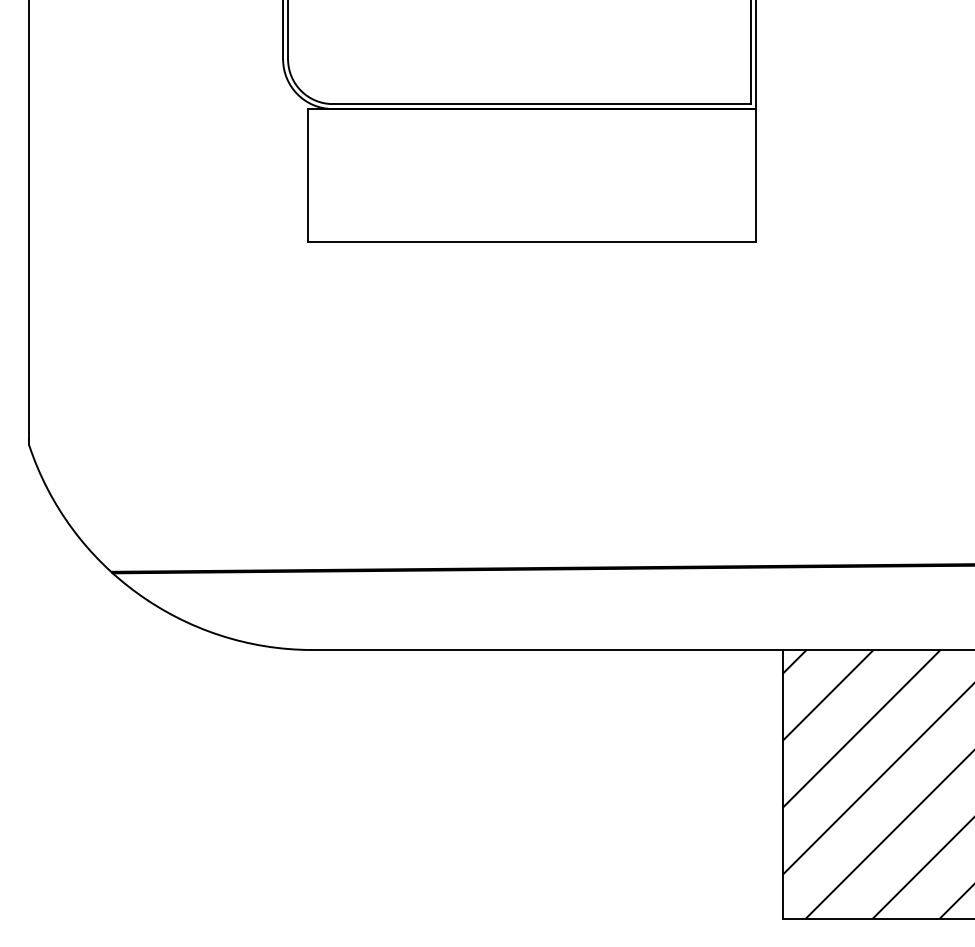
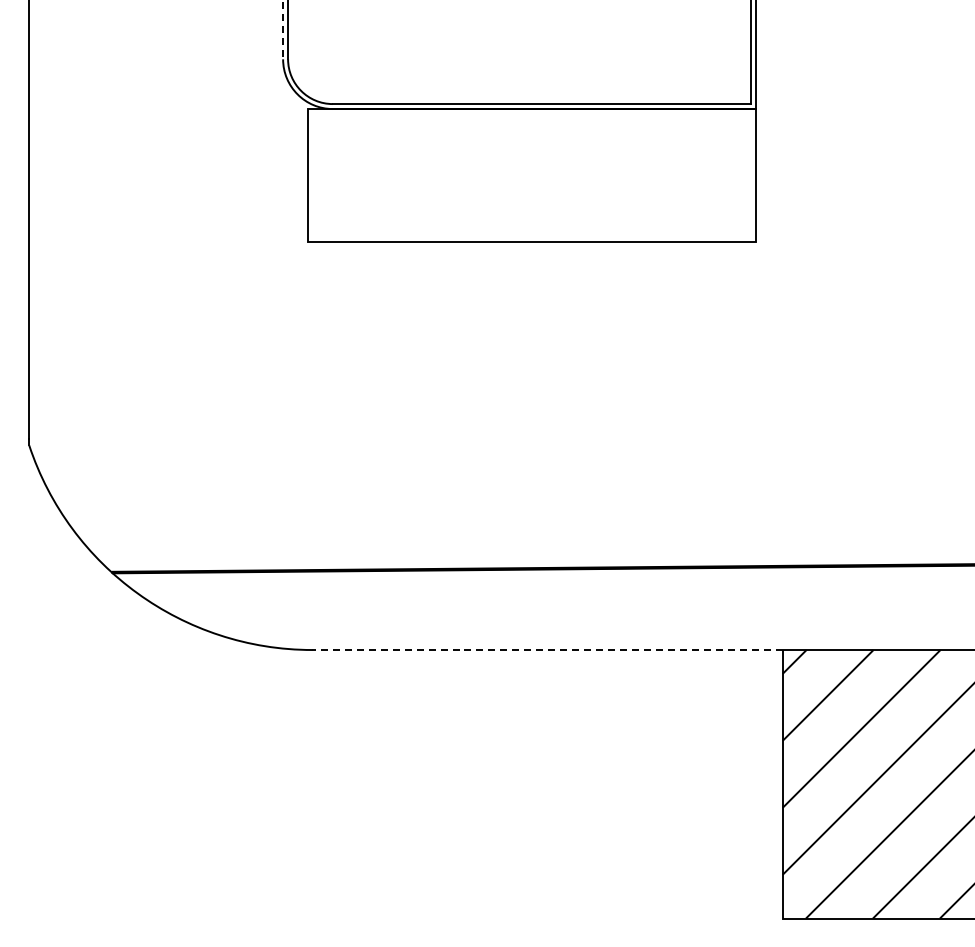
line at (283, 30): solid -> dashed
line at (547, 650): solid -> dashed
